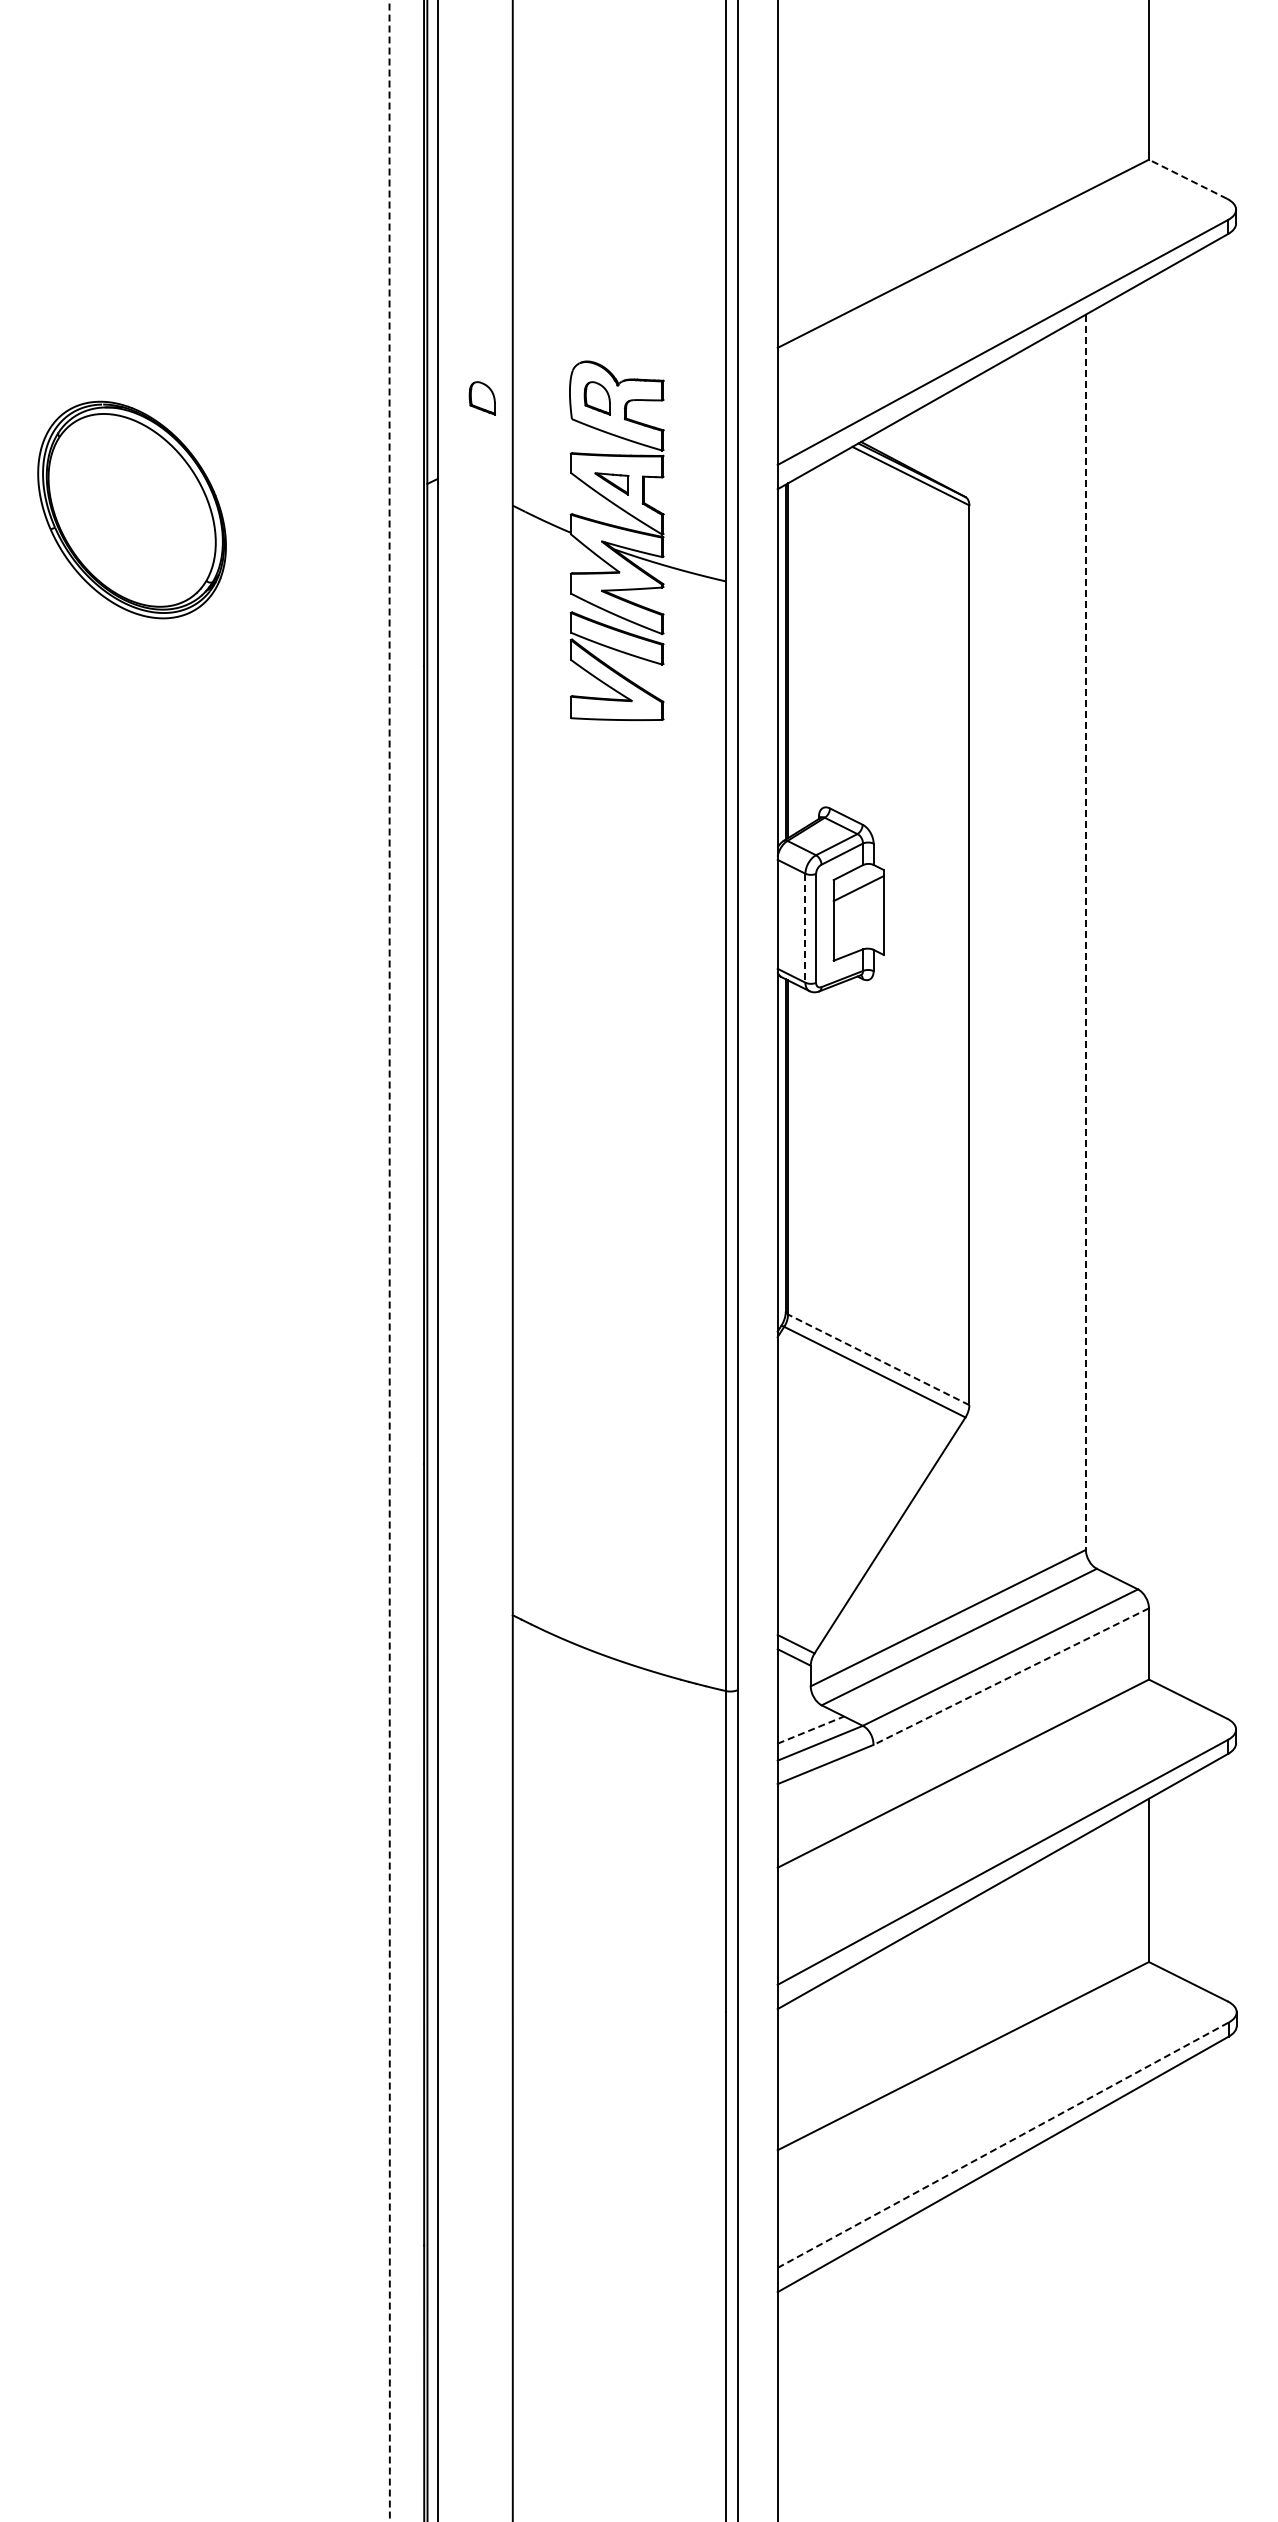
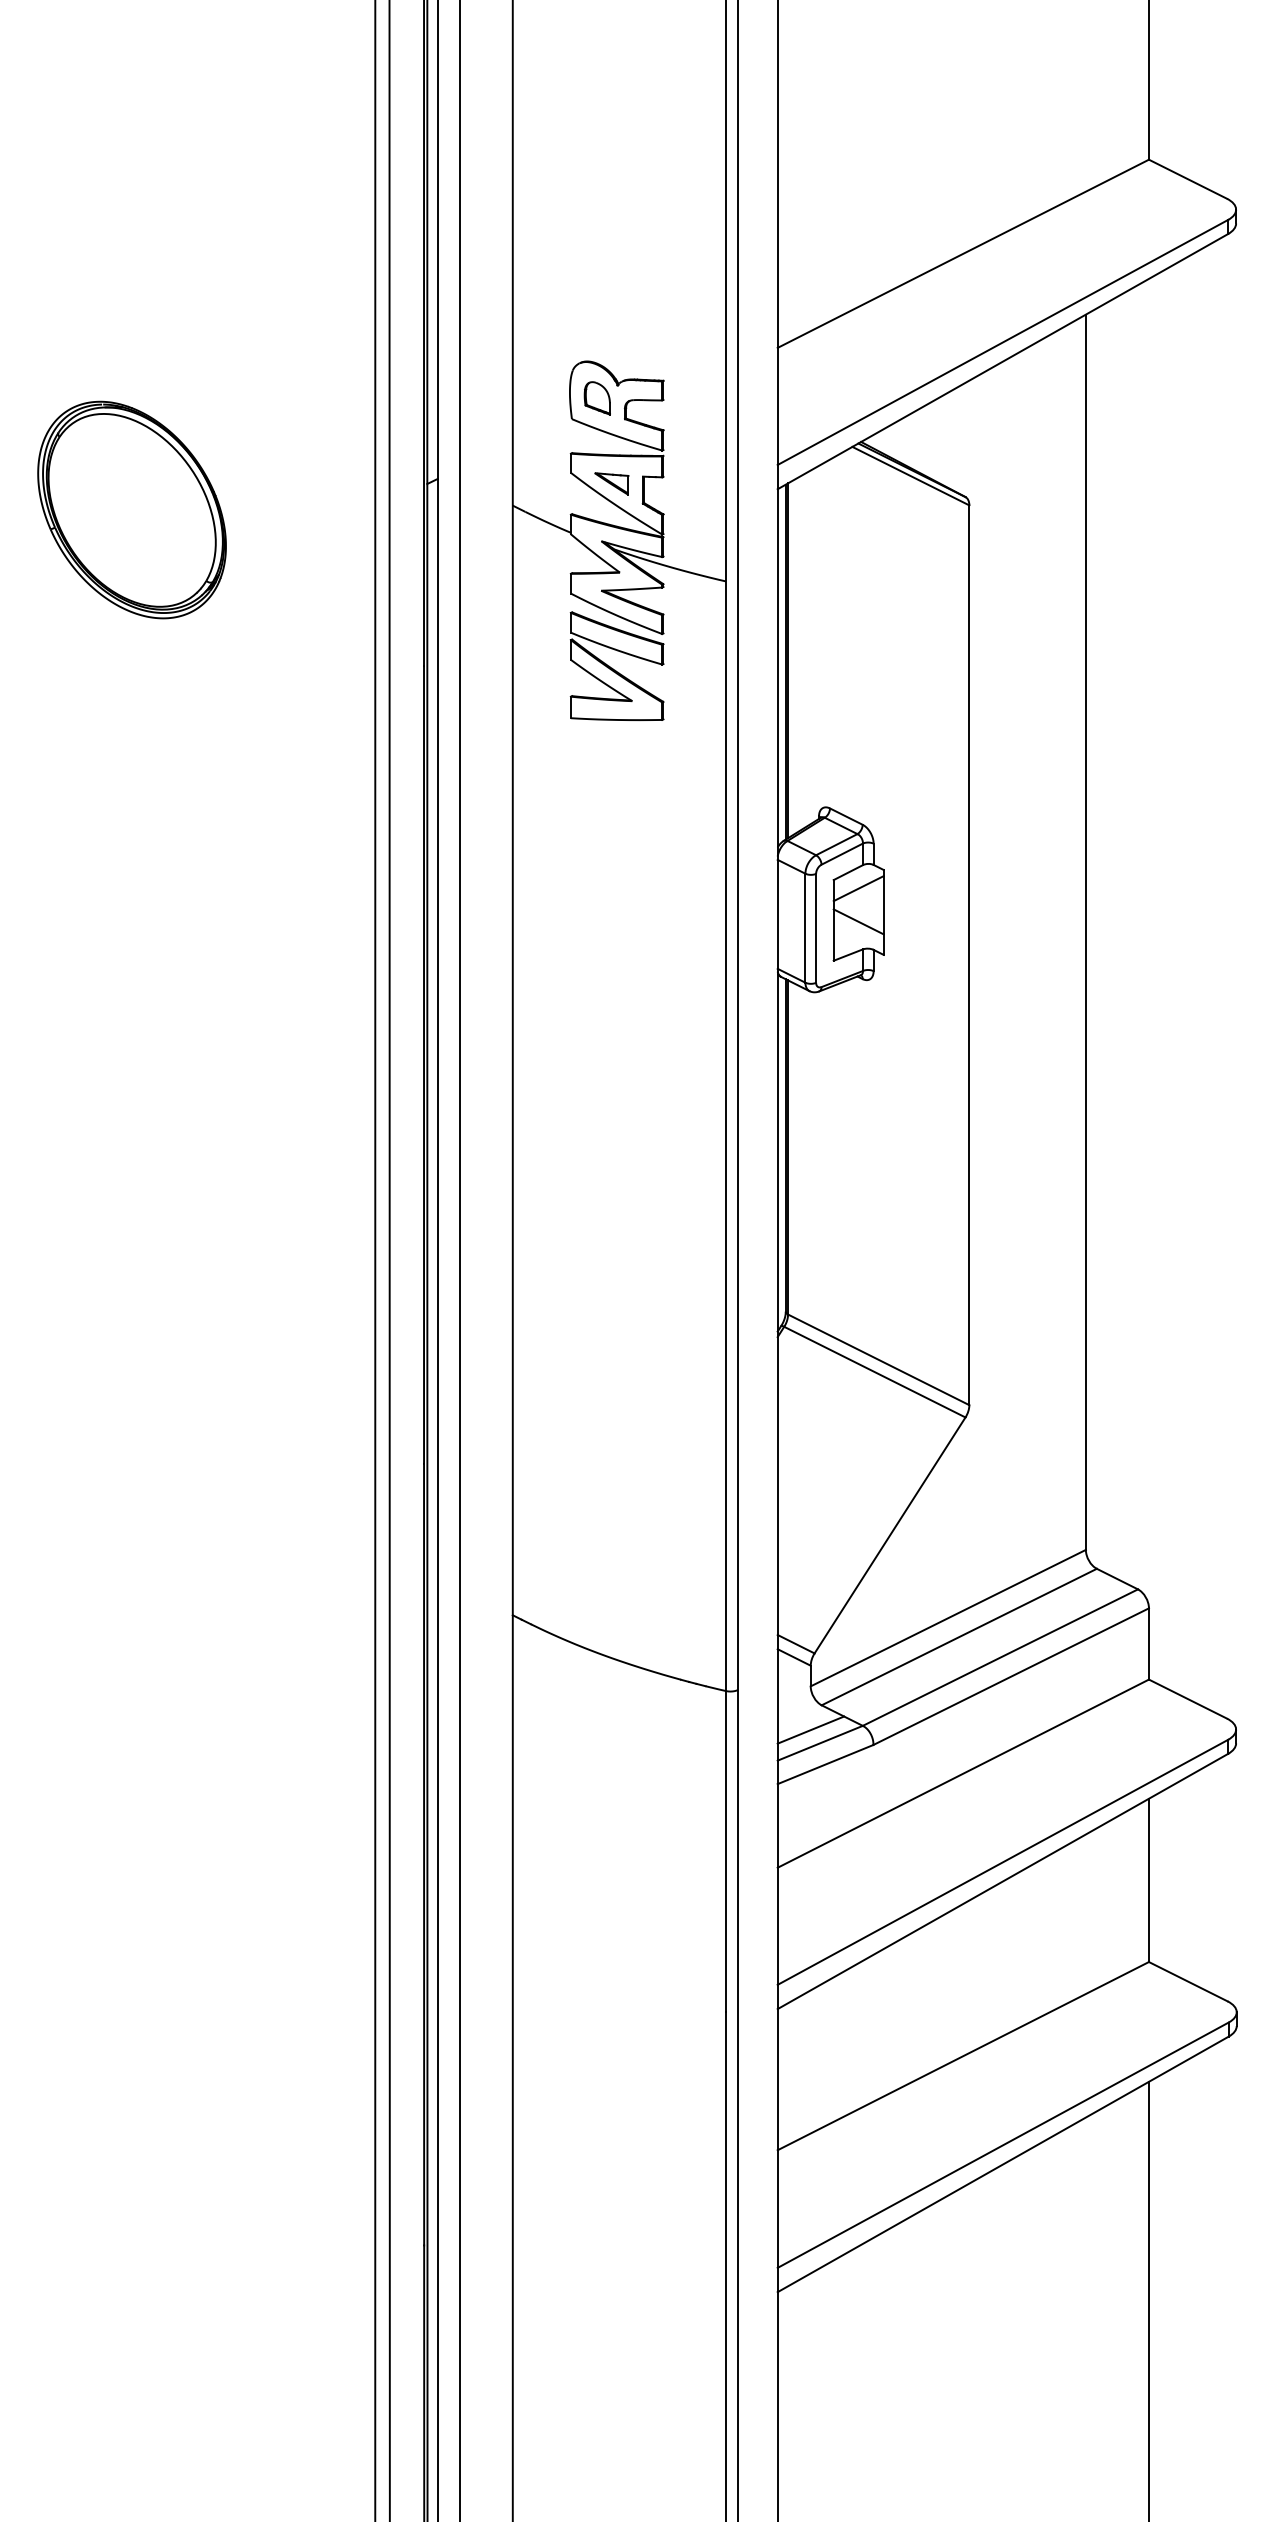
line at (1188, 179): dashed -> solid
part at (481, 398): present -> none
line at (858, 921): none -> present
line at (805, 928): dashed -> solid
line at (1085, 932): dashed -> solid
line at (375, 1260): none -> present
line at (459, 1260): none -> present
line at (389, 1261): dashed -> solid
line at (878, 1359): dashed -> solid
line at (1011, 1676): dashed -> solid
line at (810, 1730): dashed -> solid
line at (1003, 2145): dashed -> solid
line at (1148, 2299): none -> present
